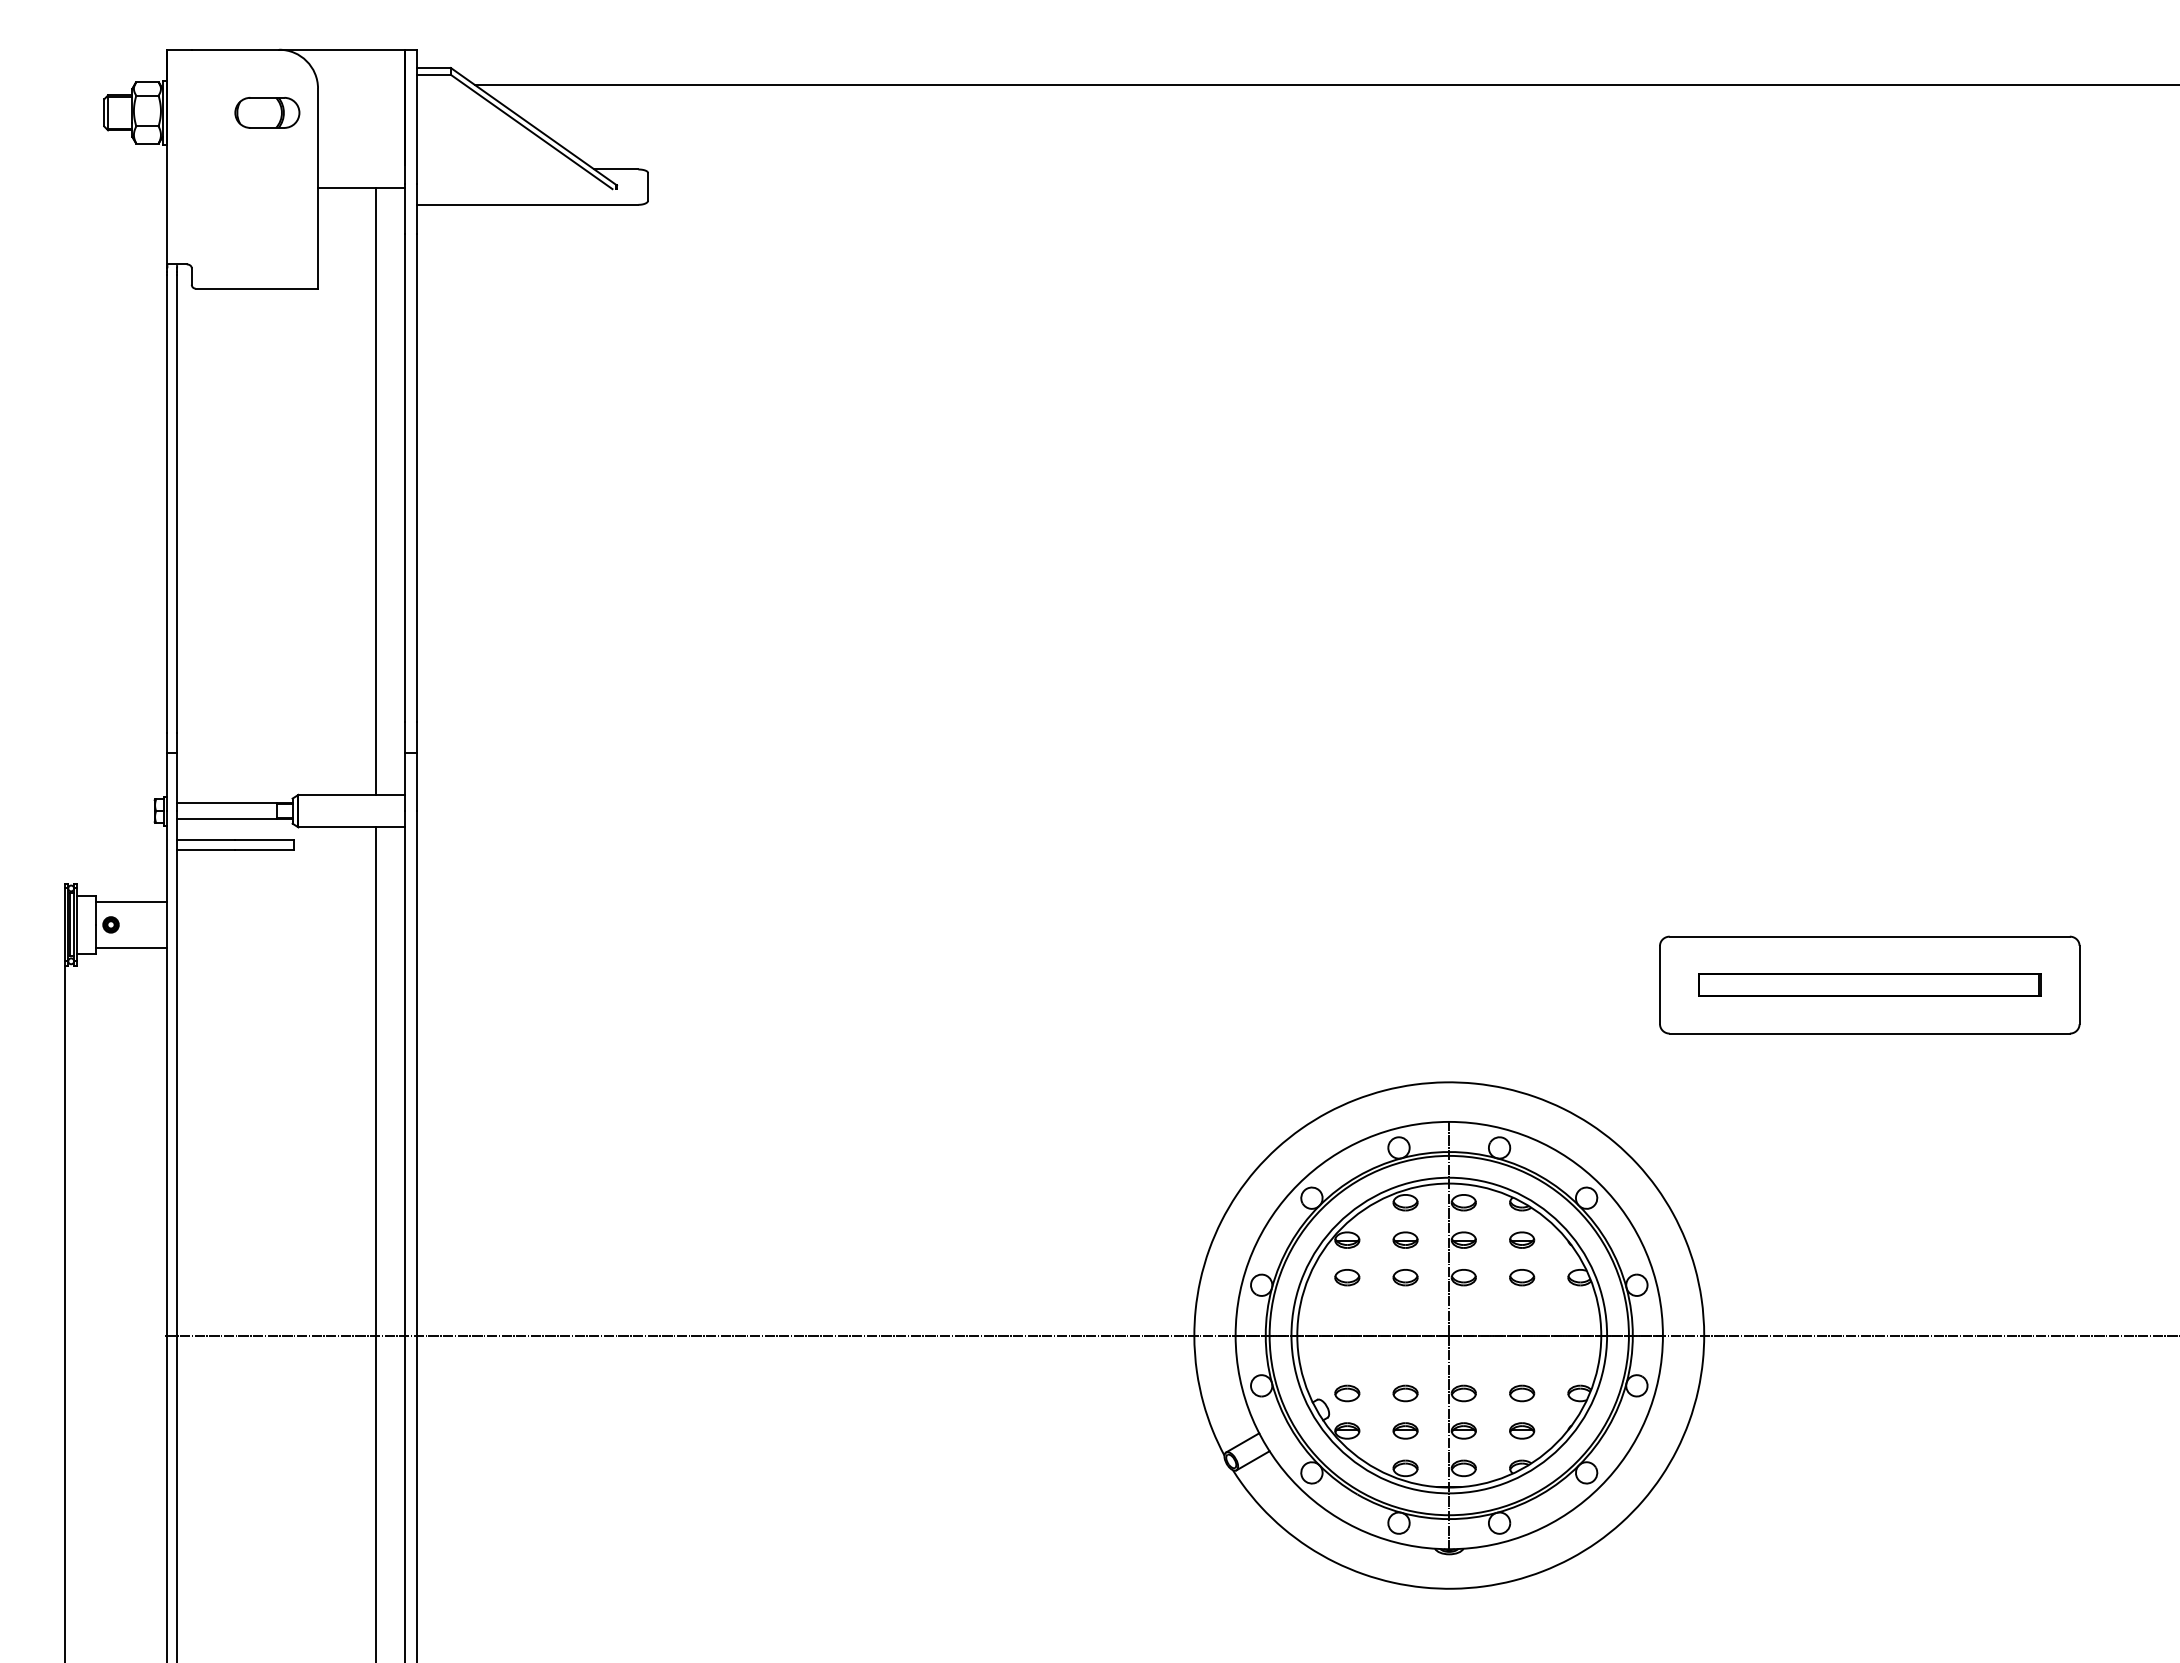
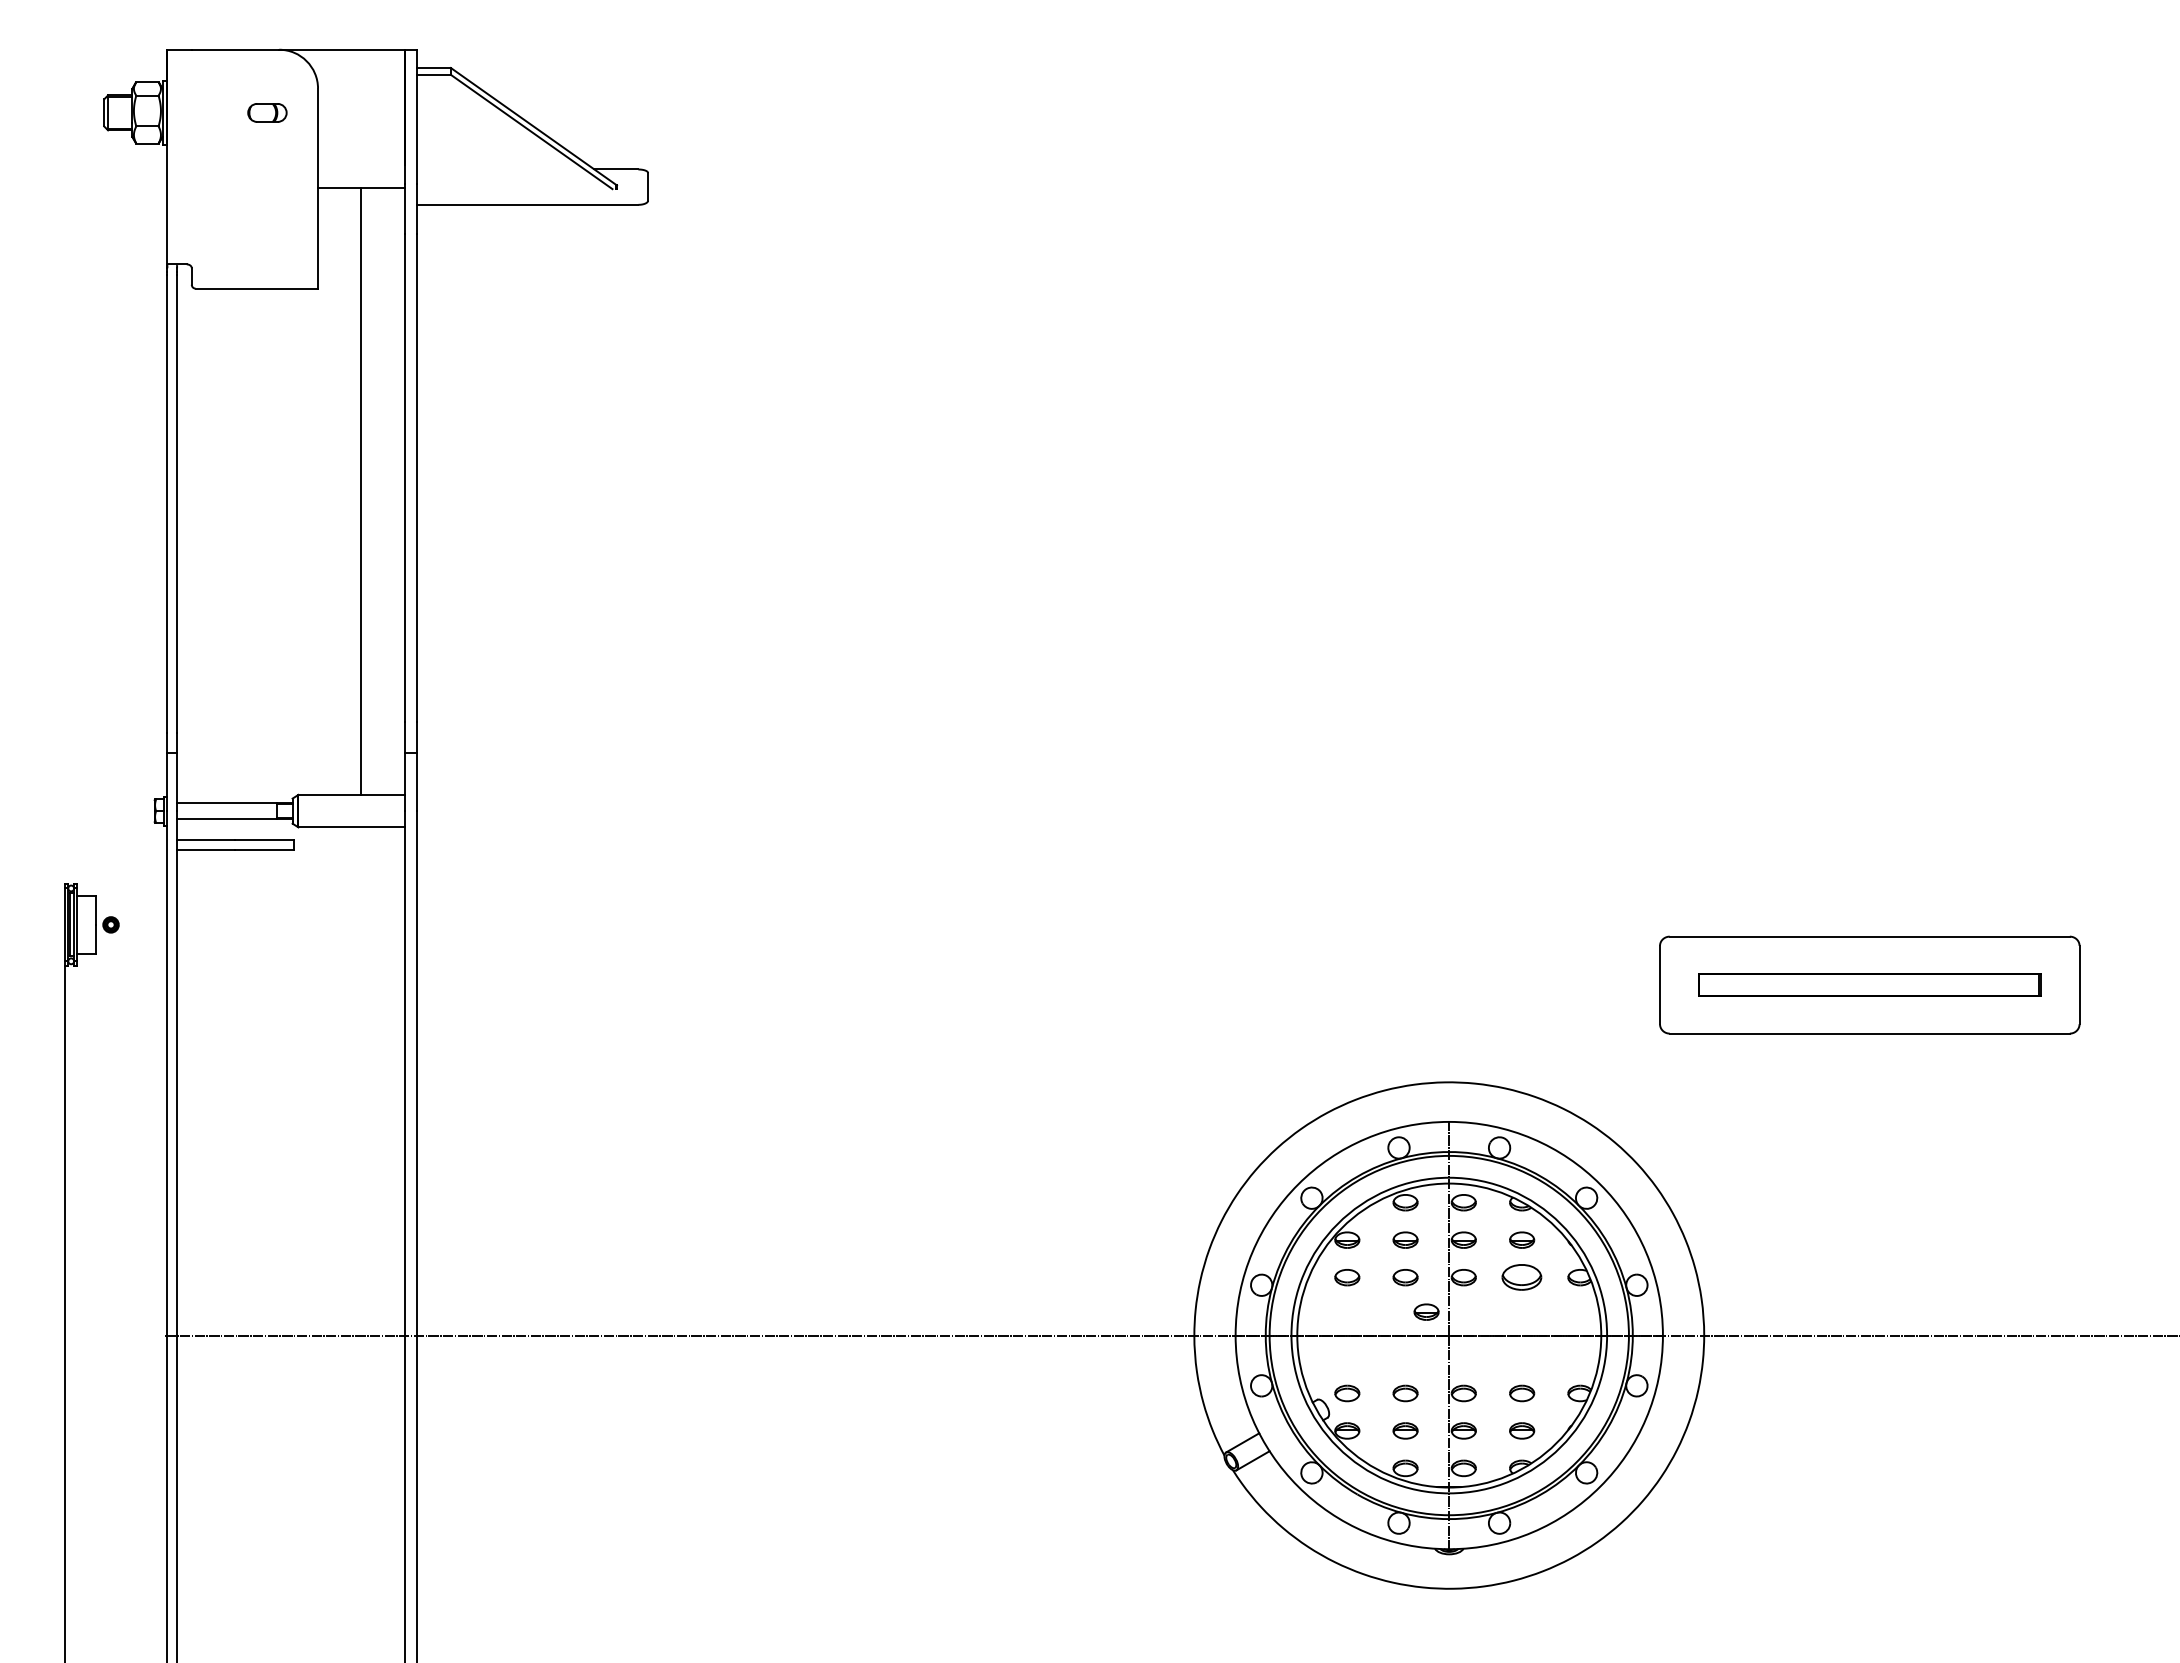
line at (1325, 84): present -> none
part at (267, 112) size: 67x32 px -> 41x20 px
line at (376, 491) position: (376, 491) -> (361, 491)
line at (131, 901): present -> none
line at (131, 948): present -> none
line at (376, 1243): present -> none
part at (1522, 1277) size: 27x18 px -> 42x27 px
part at (1426, 1311): none -> present
